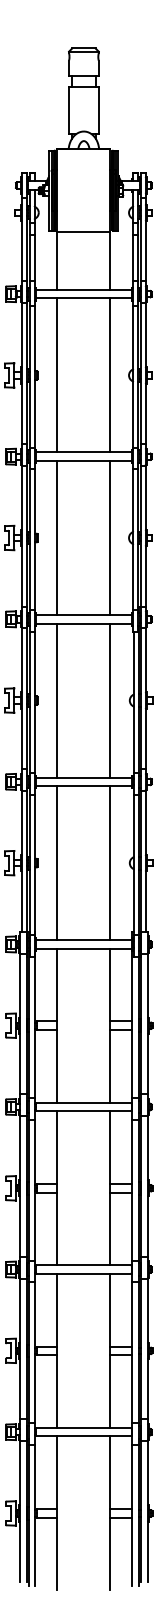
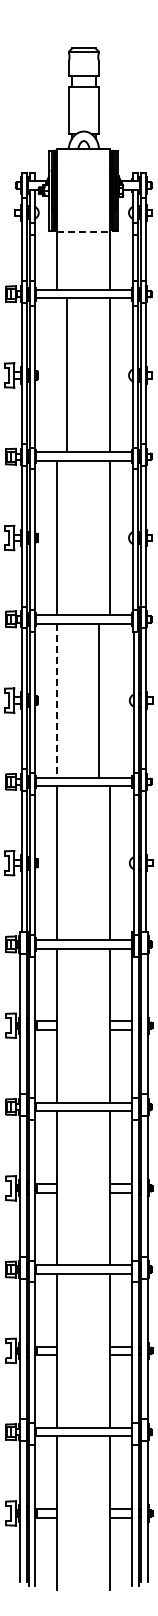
line at (83, 231): solid -> dashed
line at (57, 375) position: (57, 375) -> (67, 375)
line at (110, 700) position: (110, 700) -> (99, 700)
line at (57, 701): solid -> dashed
